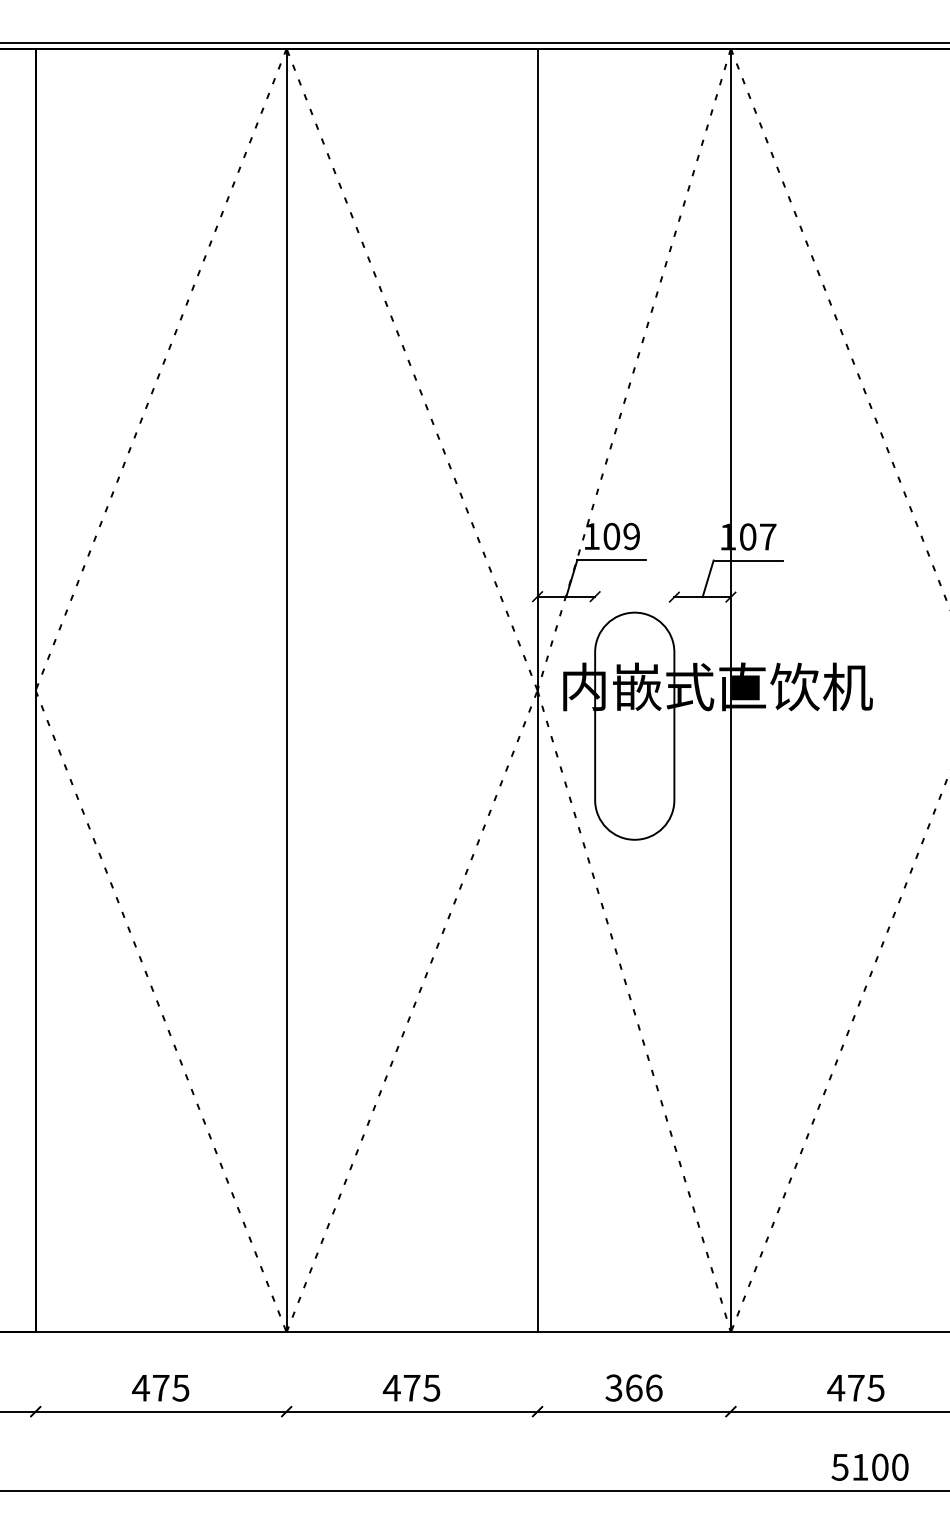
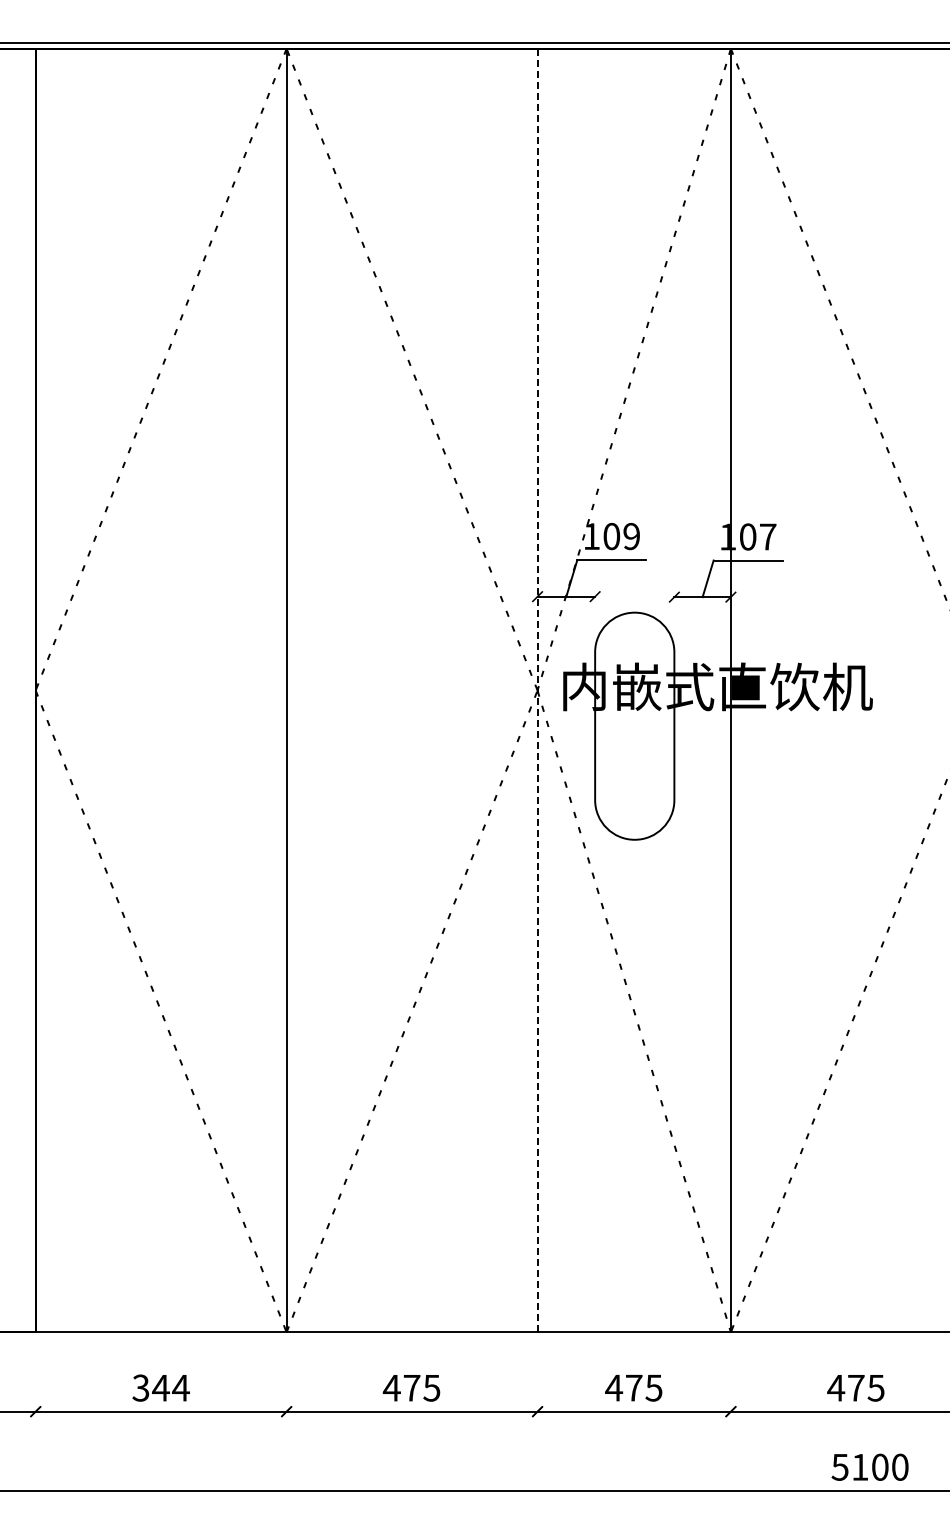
line at (537, 690): solid -> dashed
text at (160, 1387): 475 -> 344
text at (633, 1387): 366 -> 475
